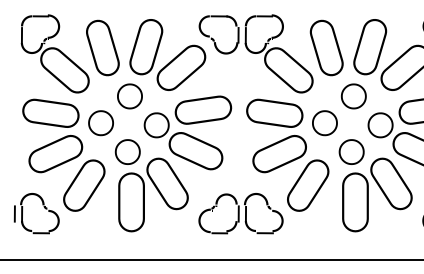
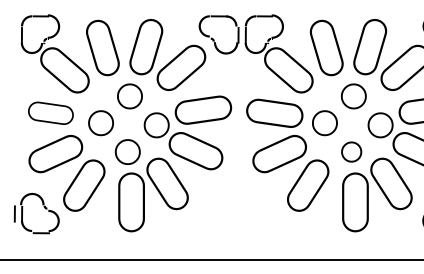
part at (50, 112) size: 58x30 px -> 46x24 px
part at (351, 151) size: 27x26 px -> 22x22 px
part at (240, 213): present -> none
